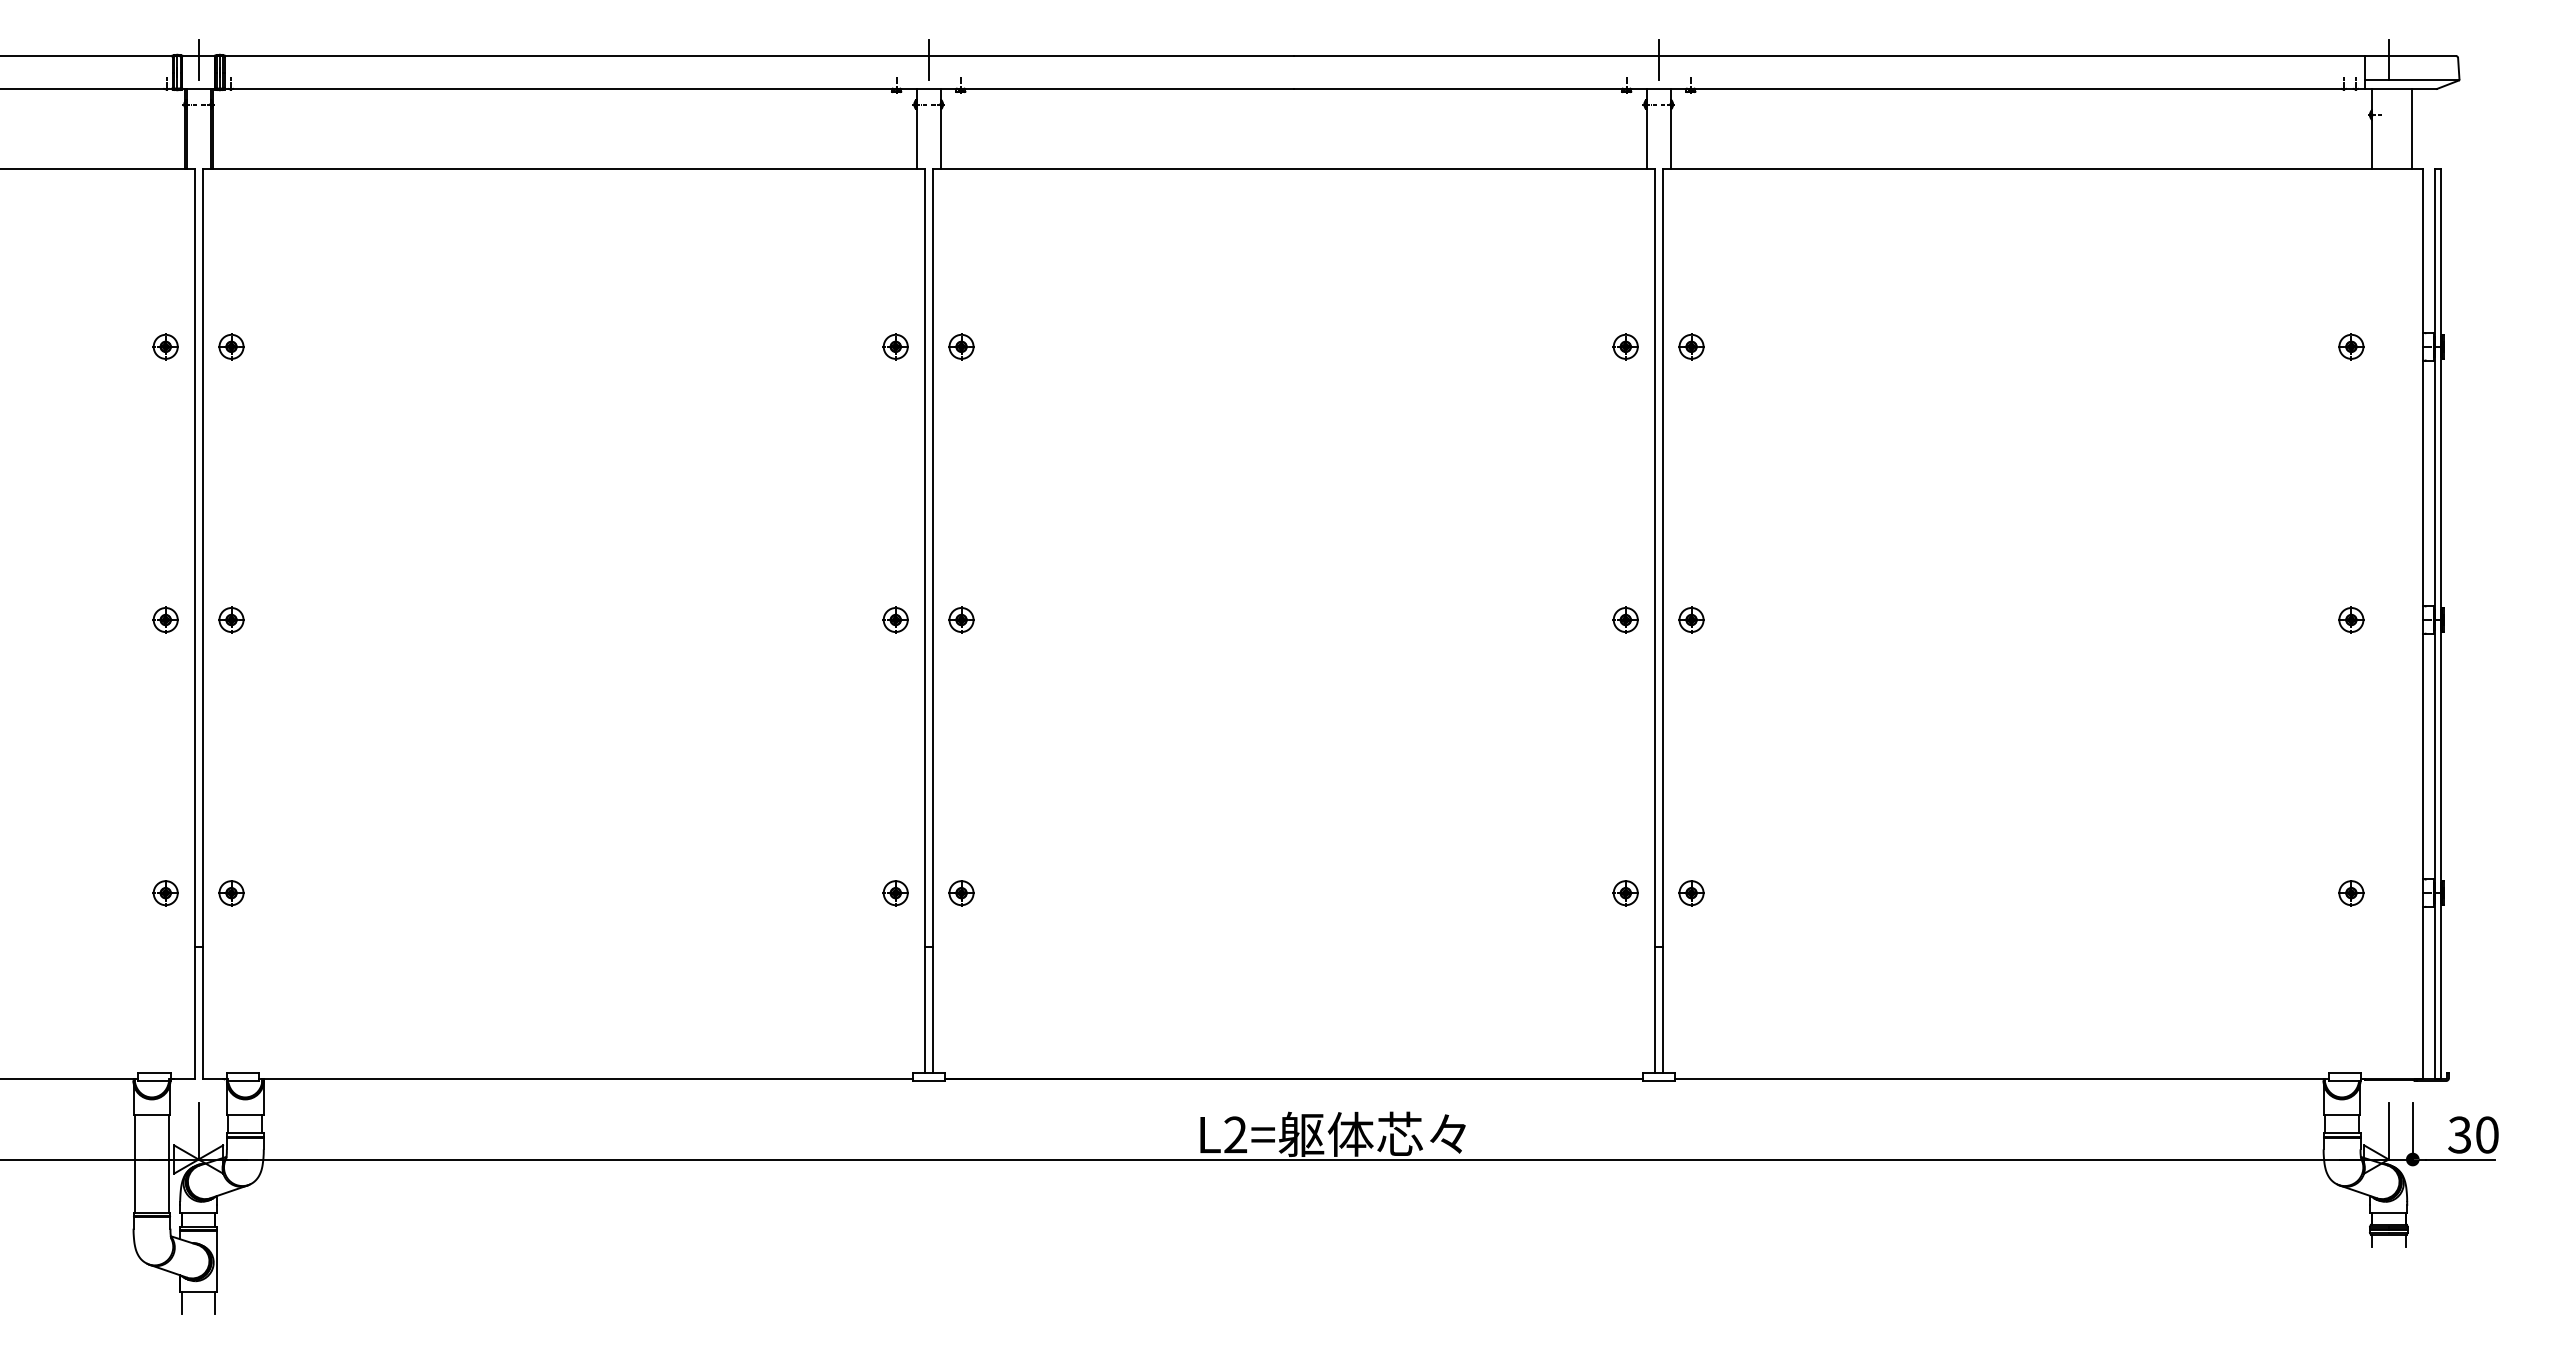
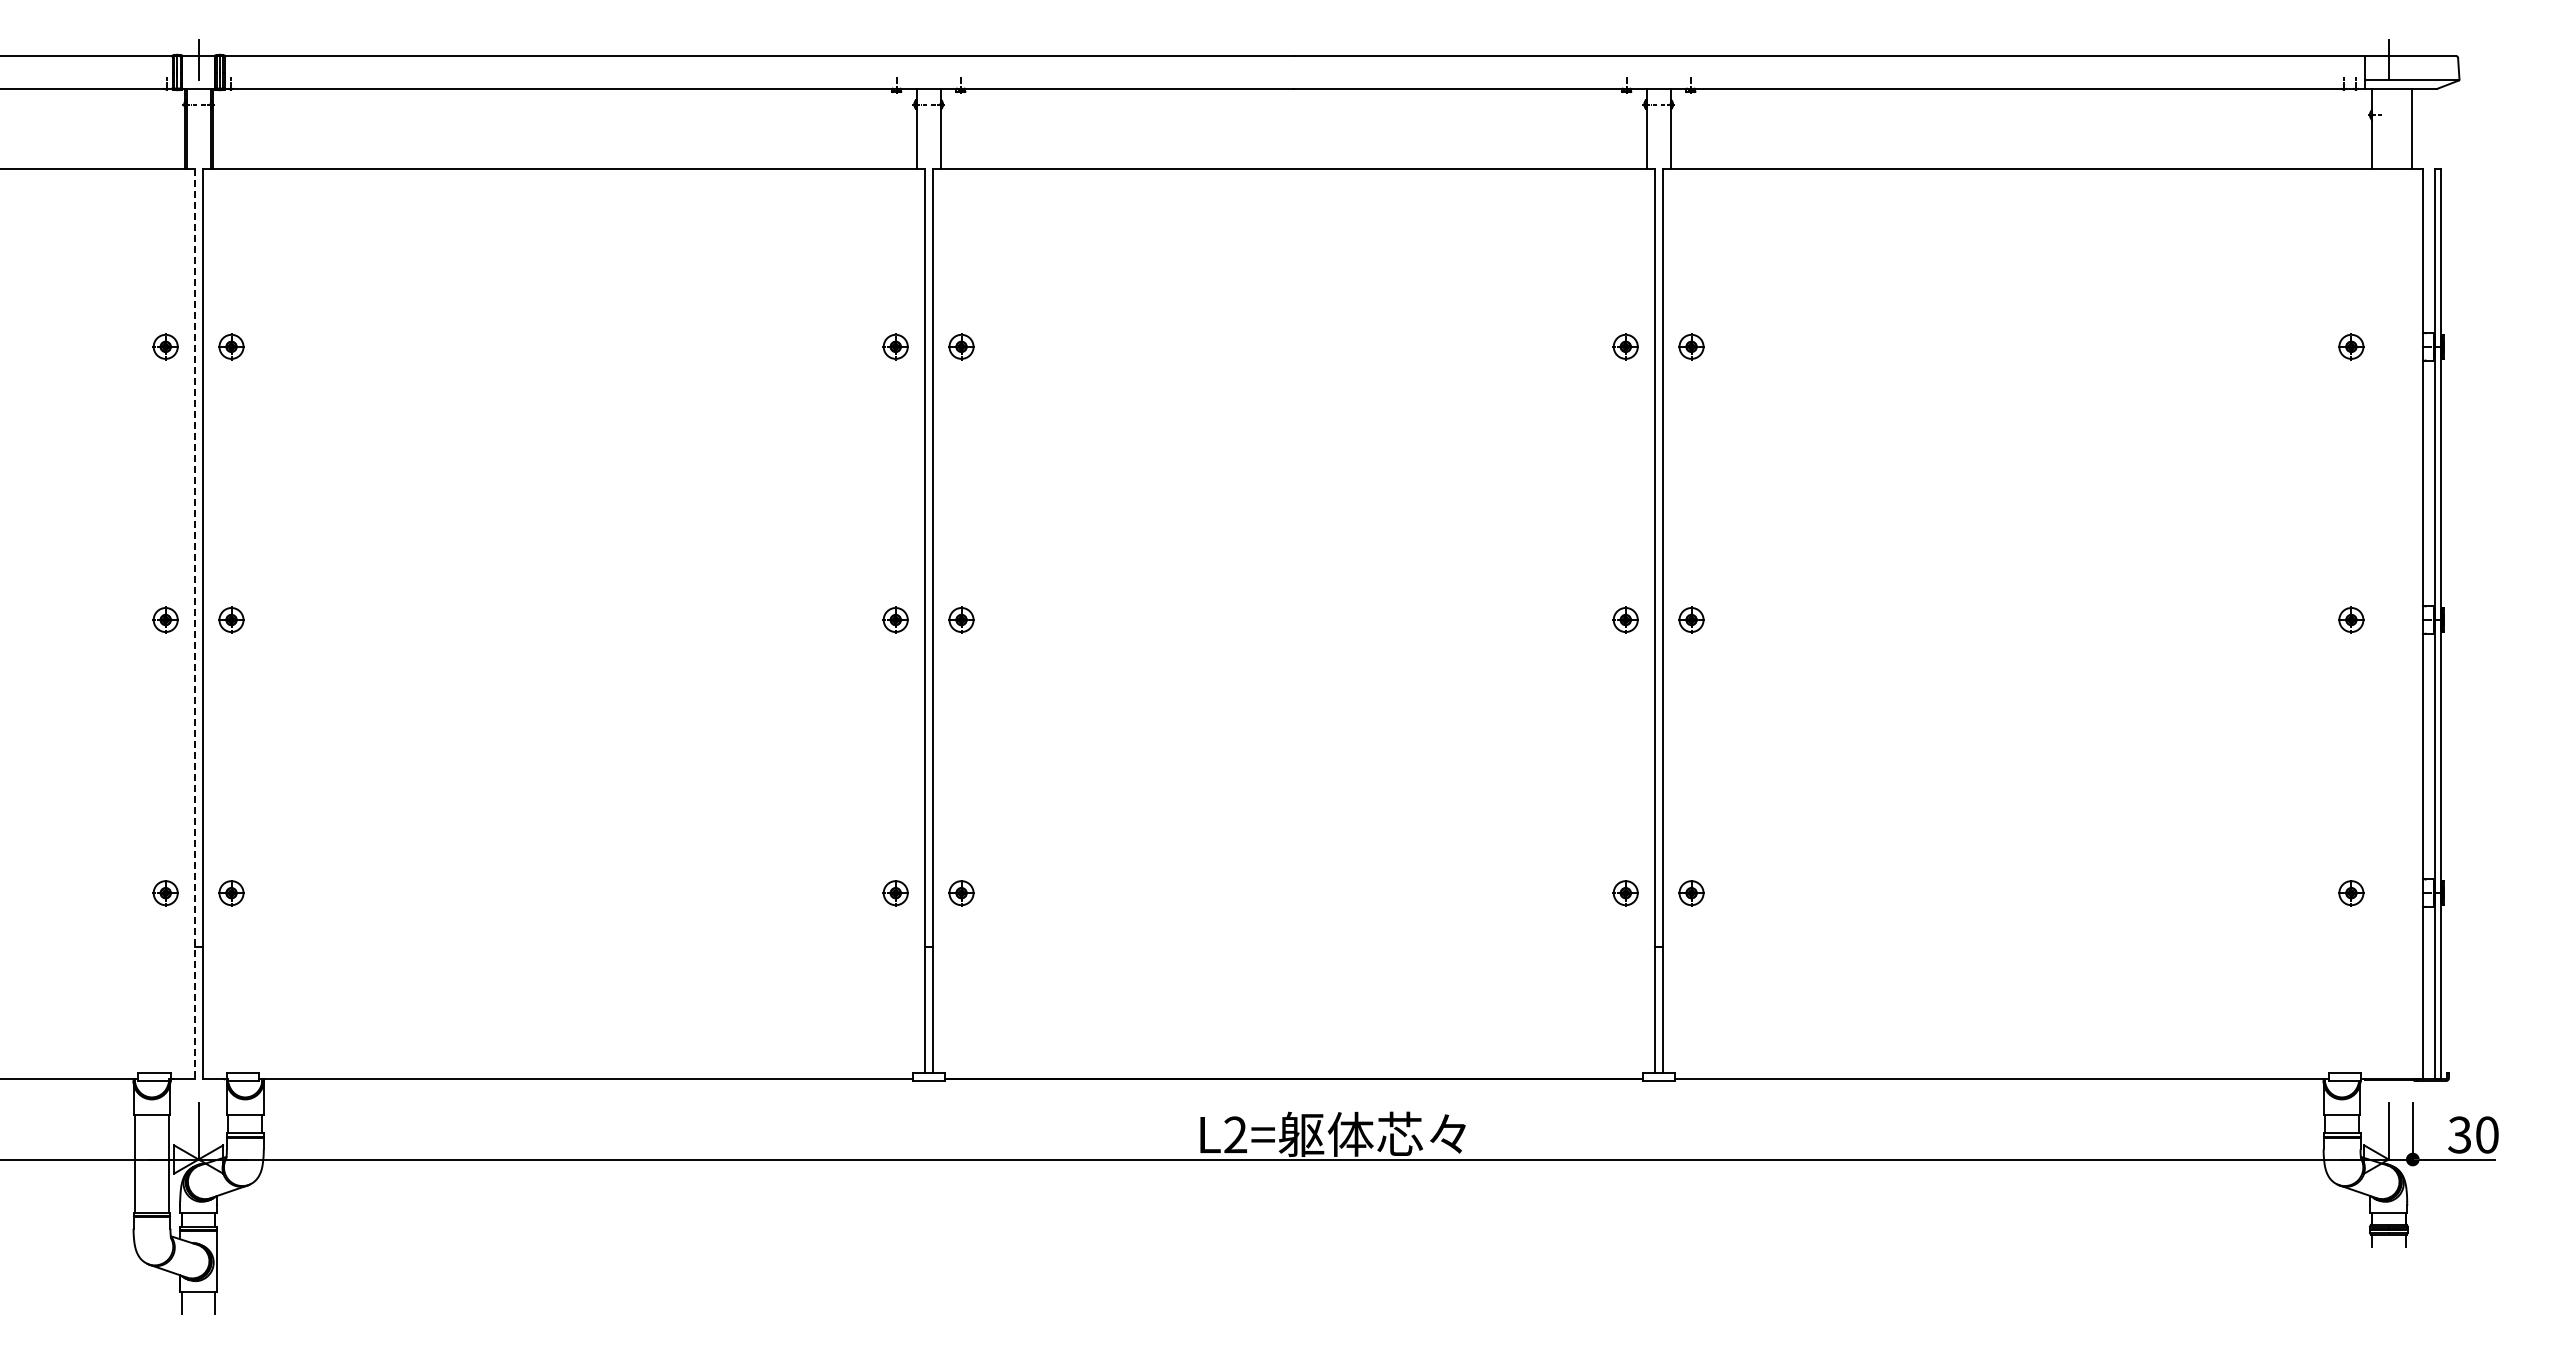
line at (928, 60): present -> none
line at (1658, 60): present -> none
line at (194, 624): solid -> dashed
